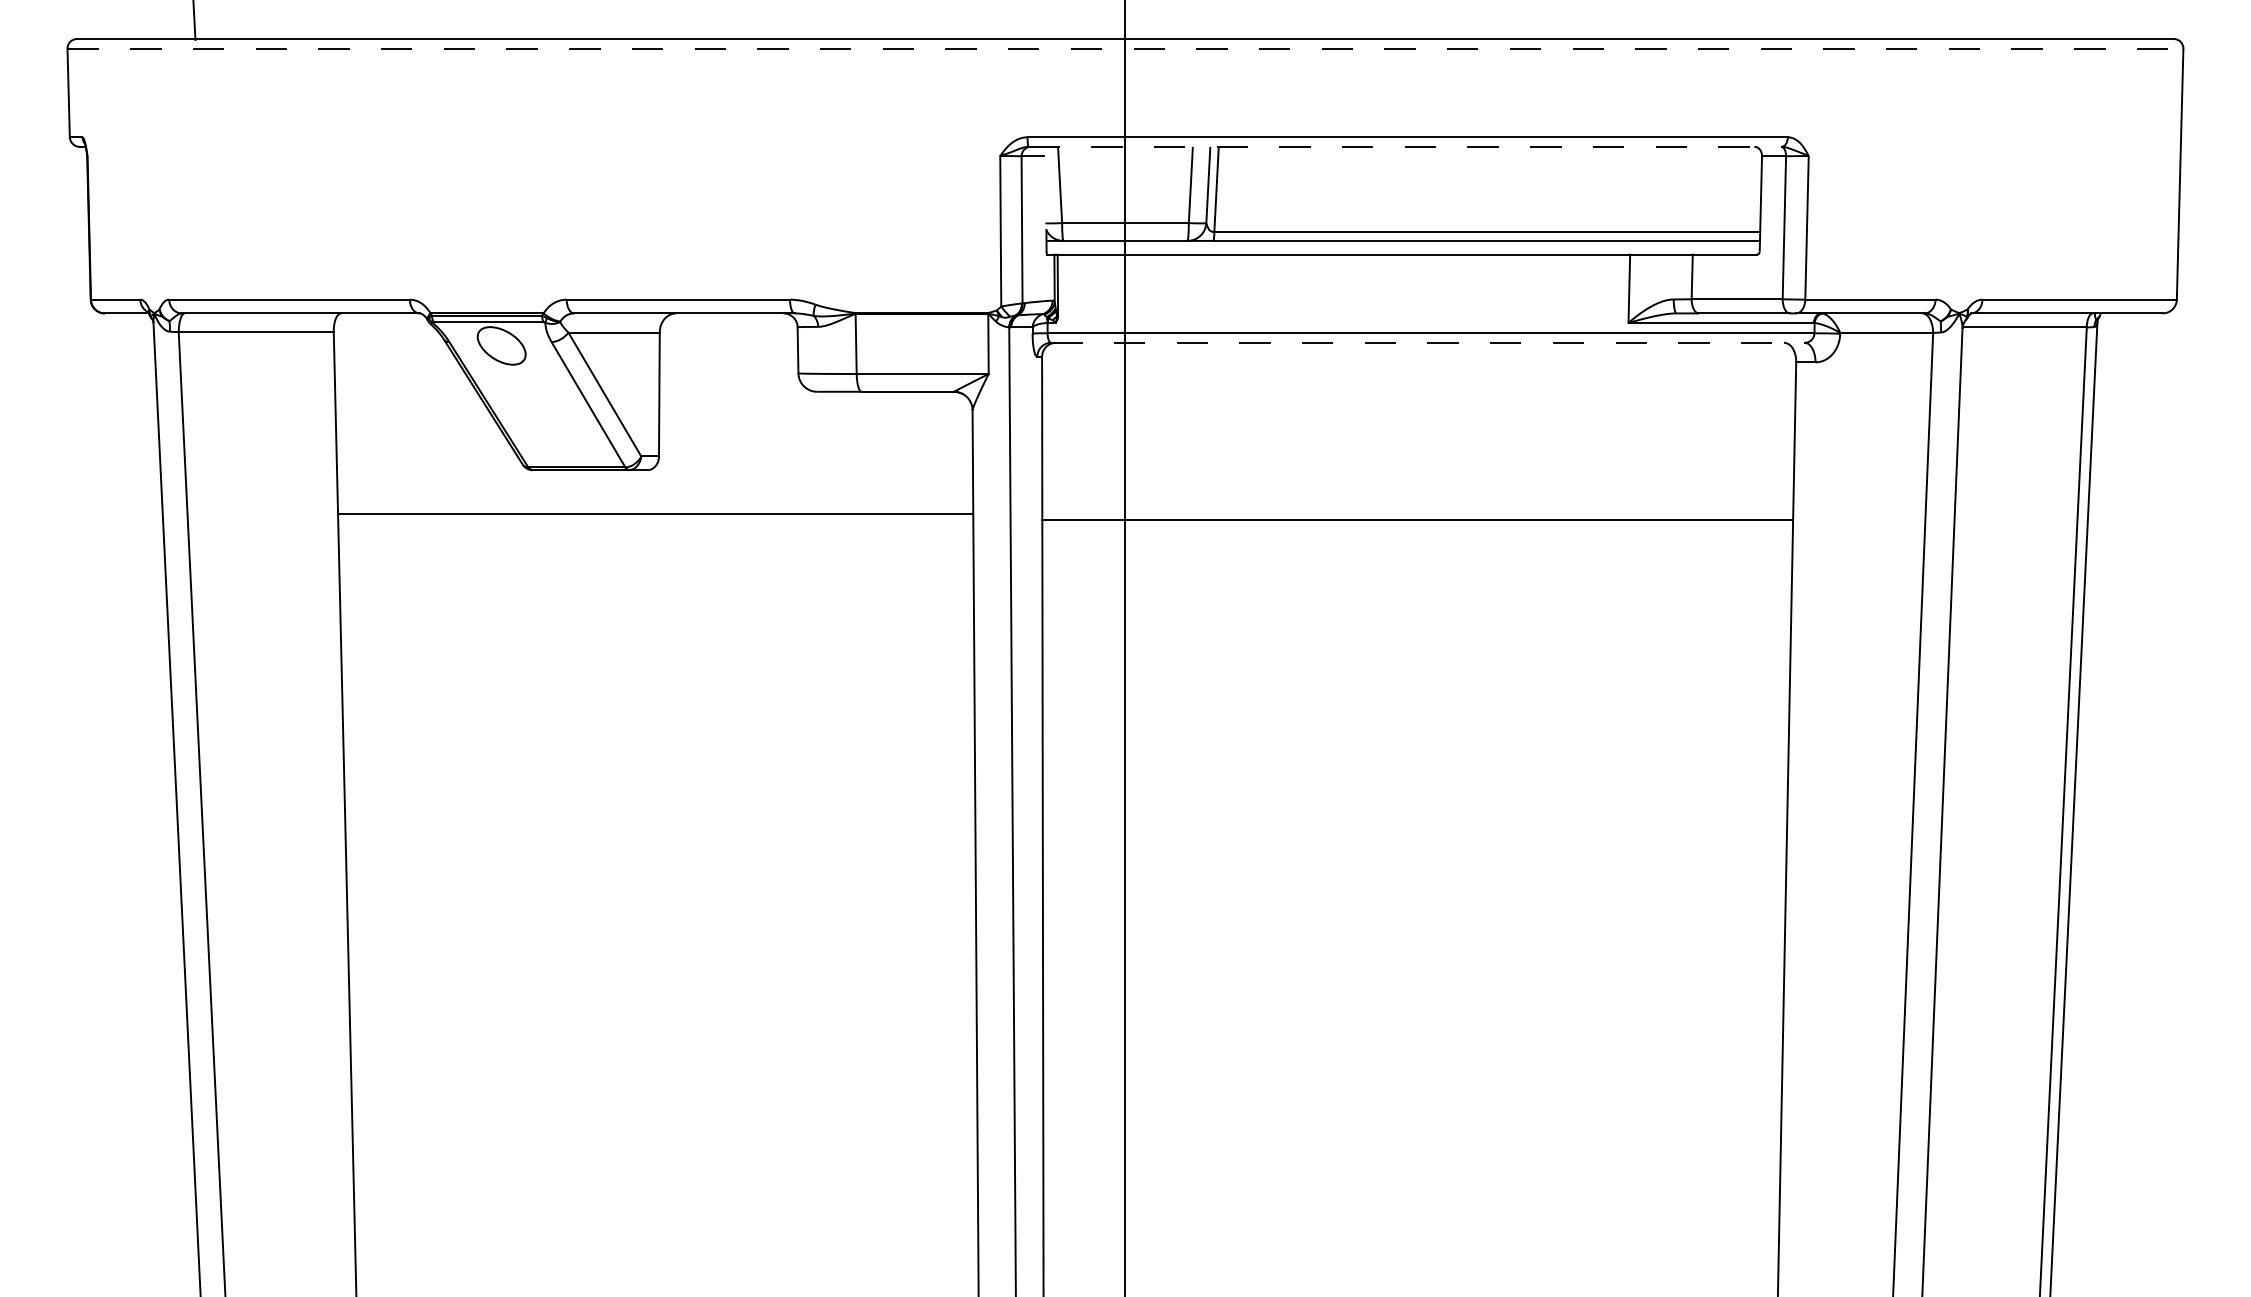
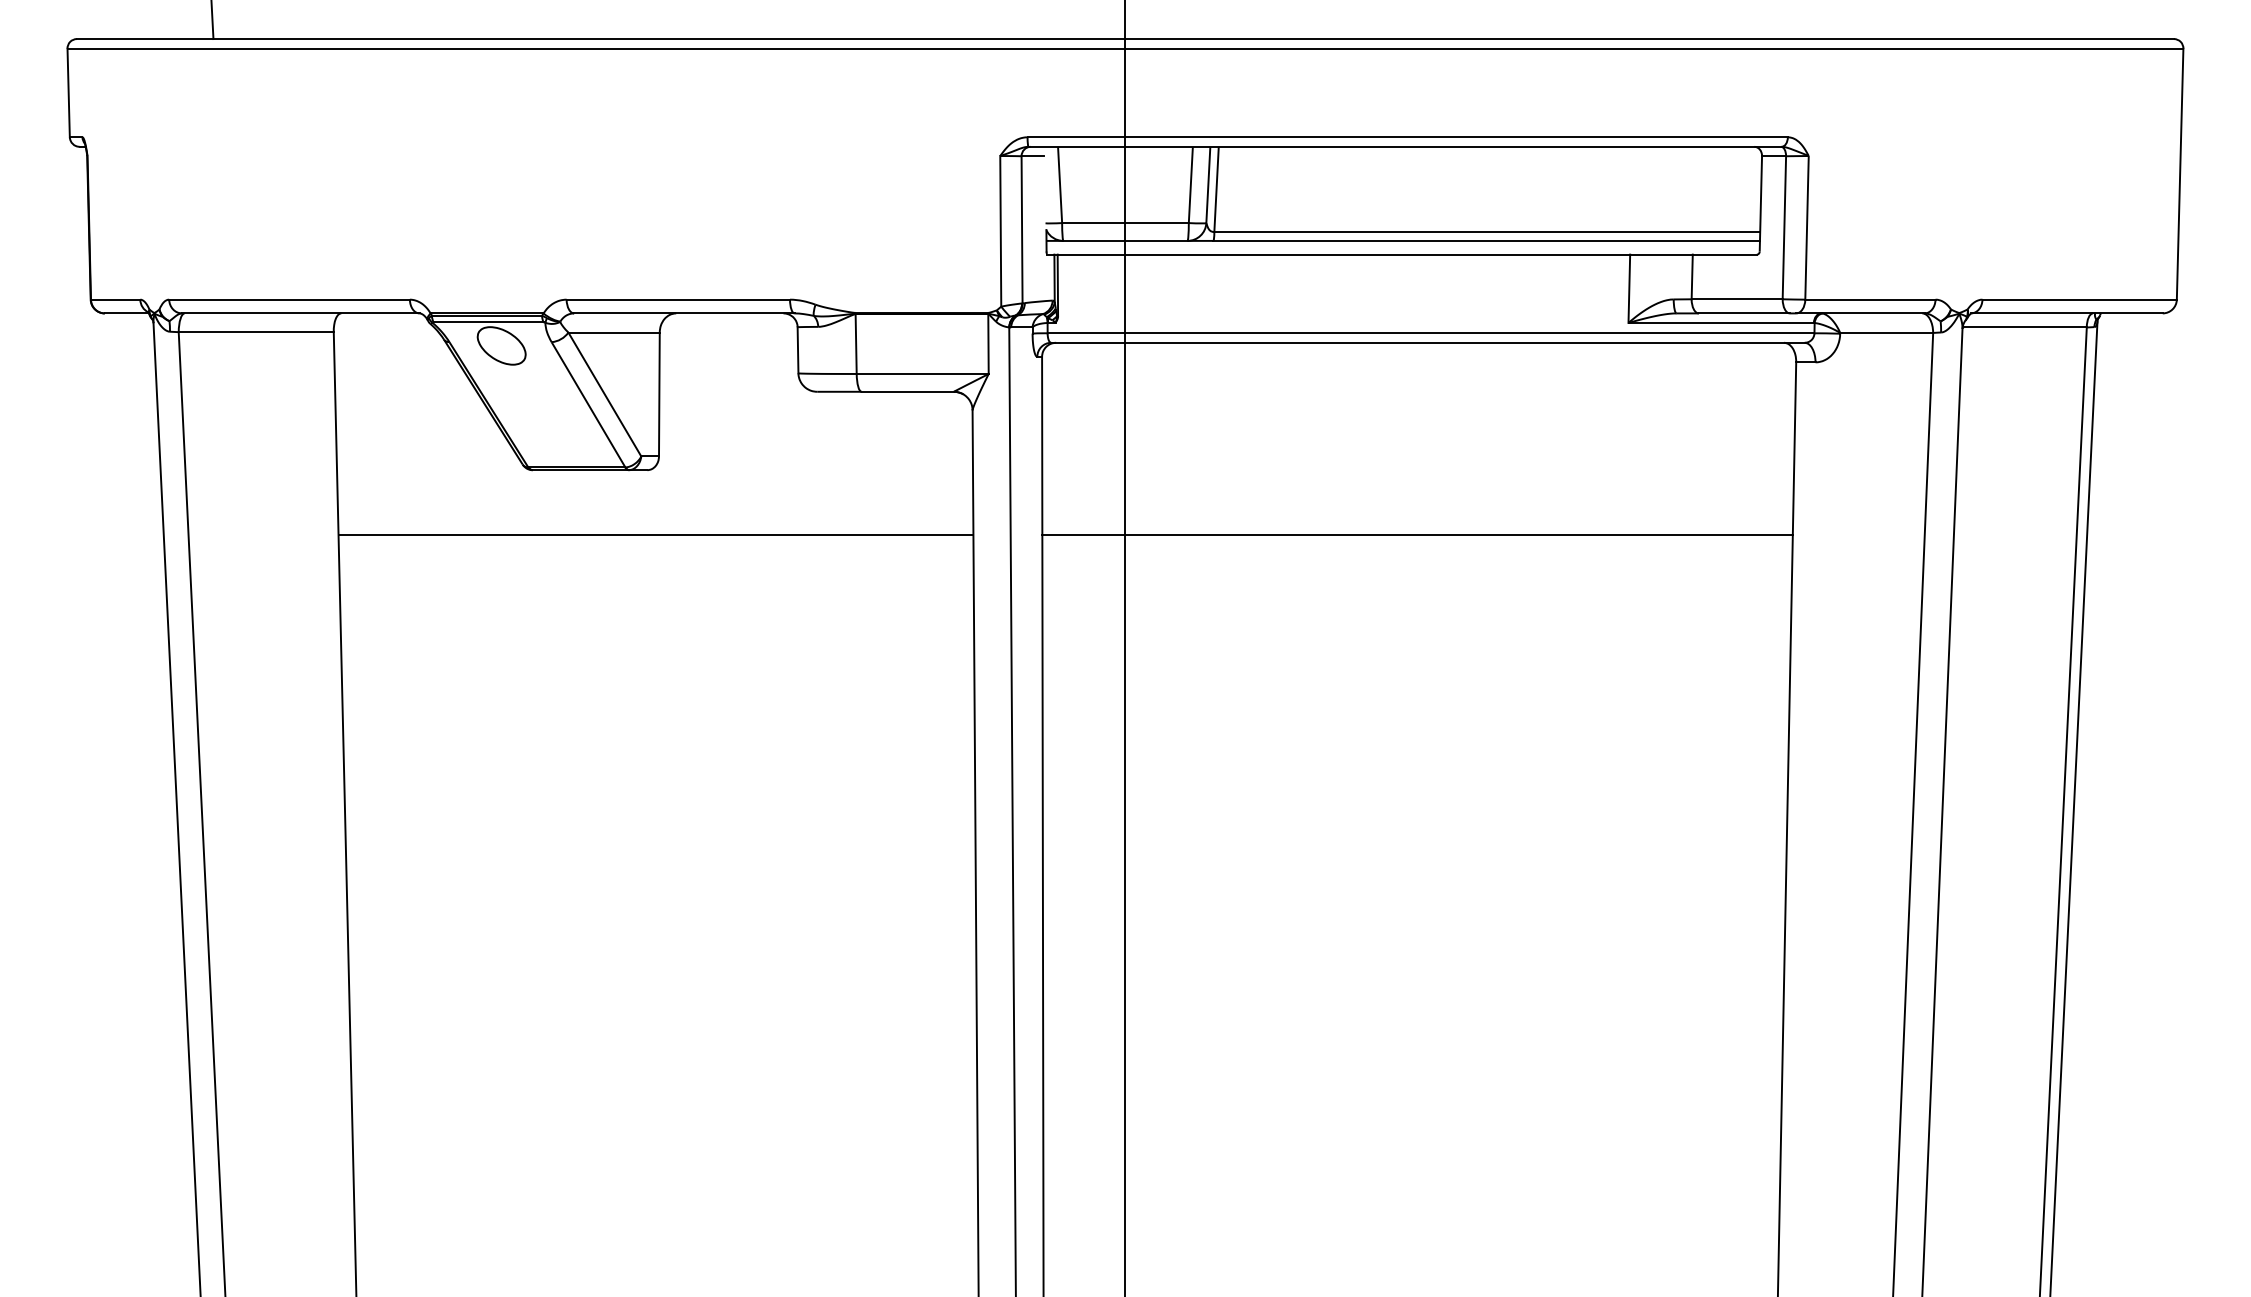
line at (194, 21) position: (194, 21) -> (212, 20)
line at (1125, 48): dashed -> solid
line at (1405, 146): dashed -> solid
line at (1427, 342): dashed -> solid
line at (655, 514) position: (655, 514) -> (655, 535)
line at (1417, 520) position: (1417, 520) -> (1417, 535)
